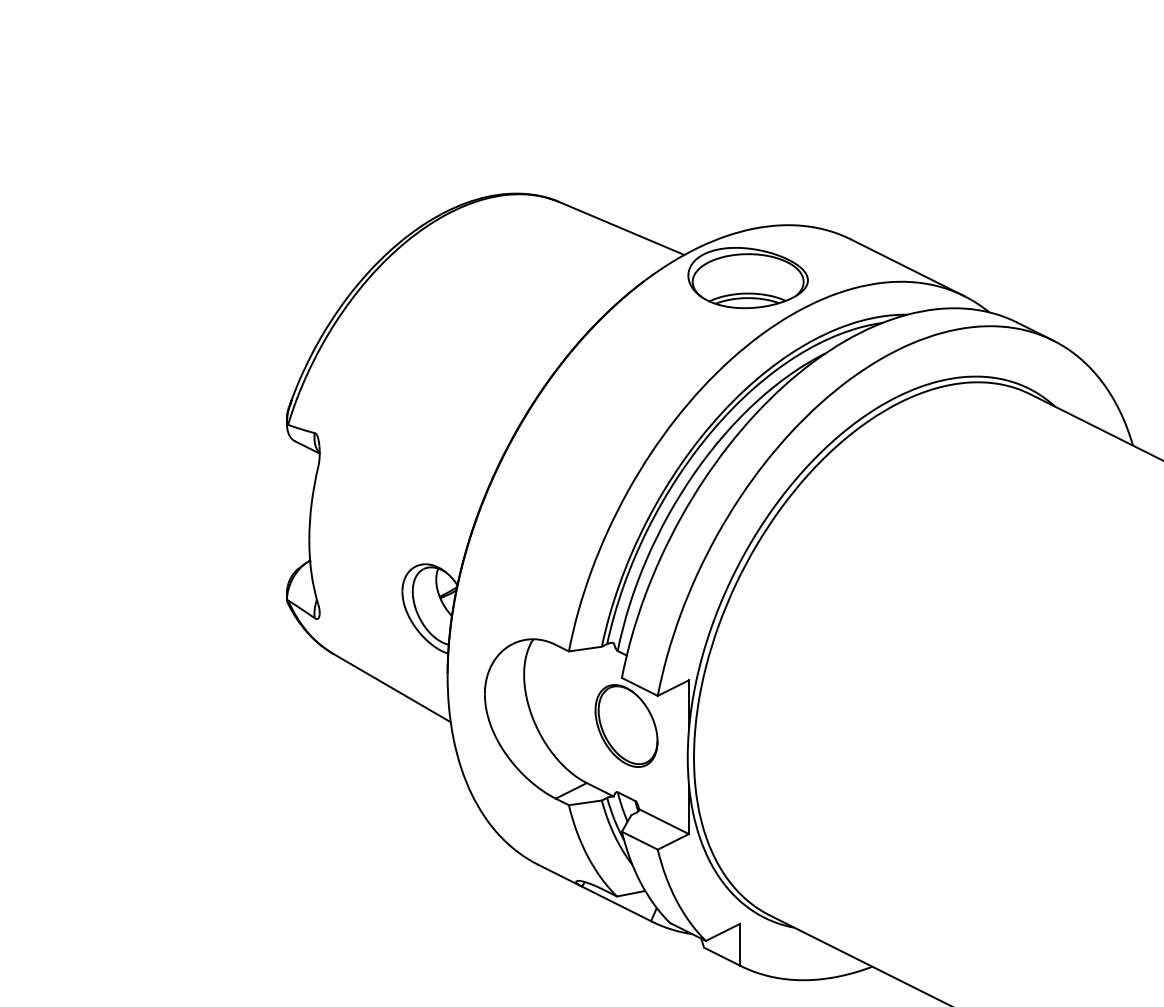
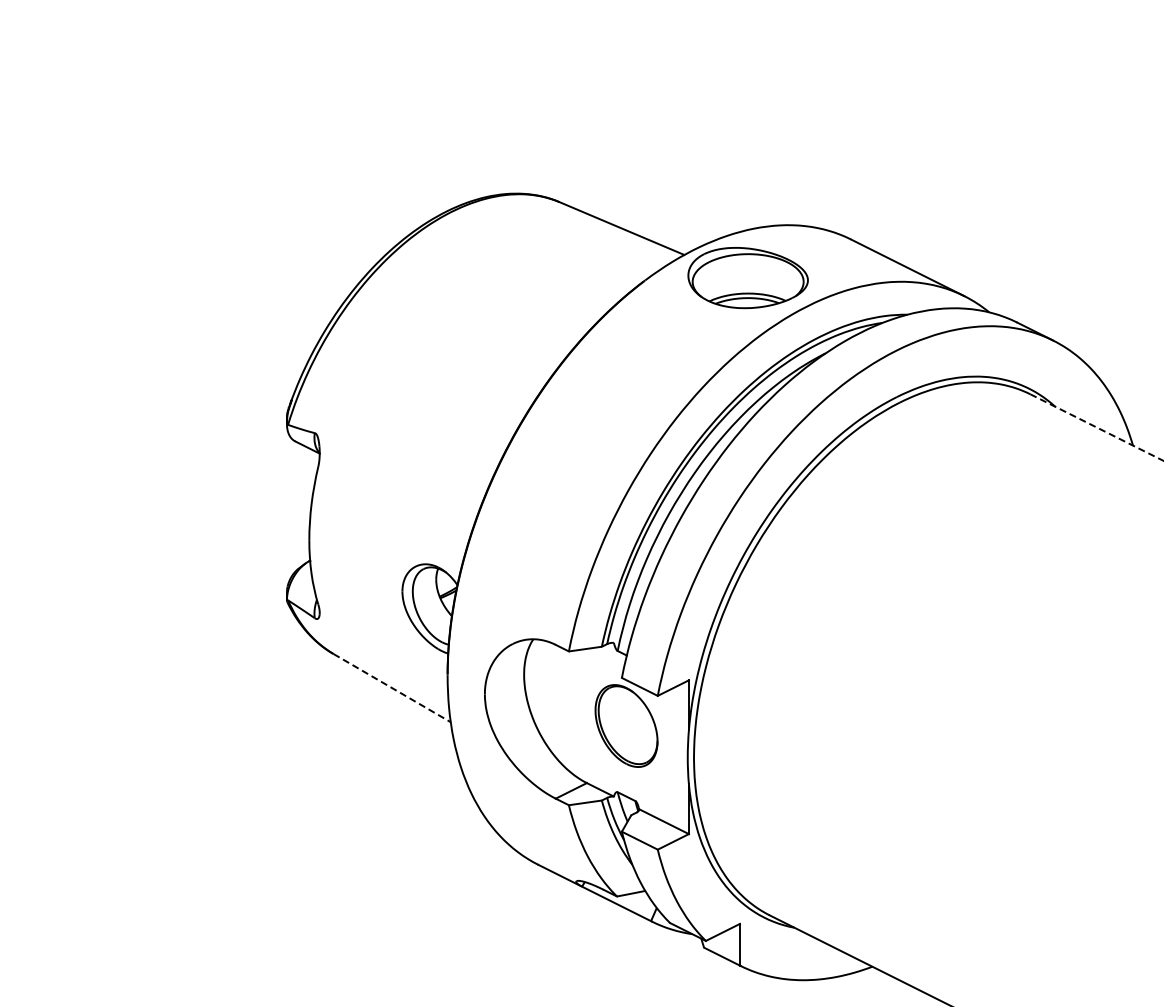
line at (1097, 427): solid -> dashed
line at (392, 688): solid -> dashed
